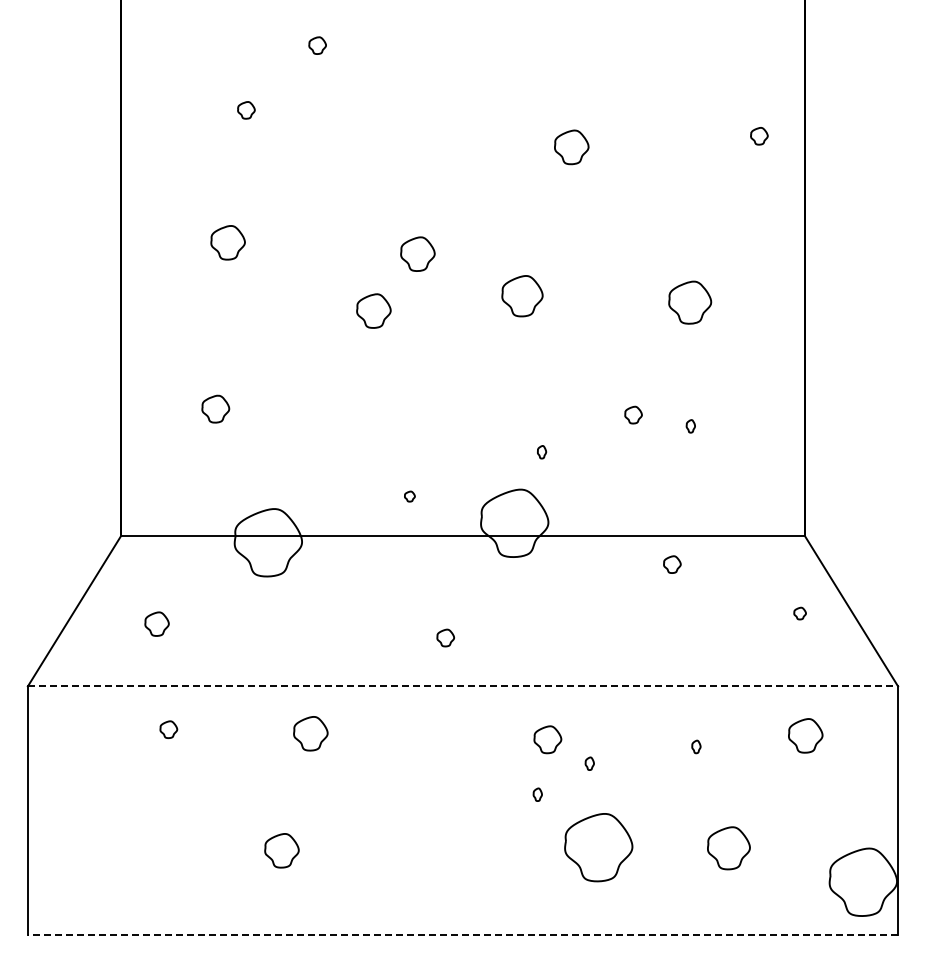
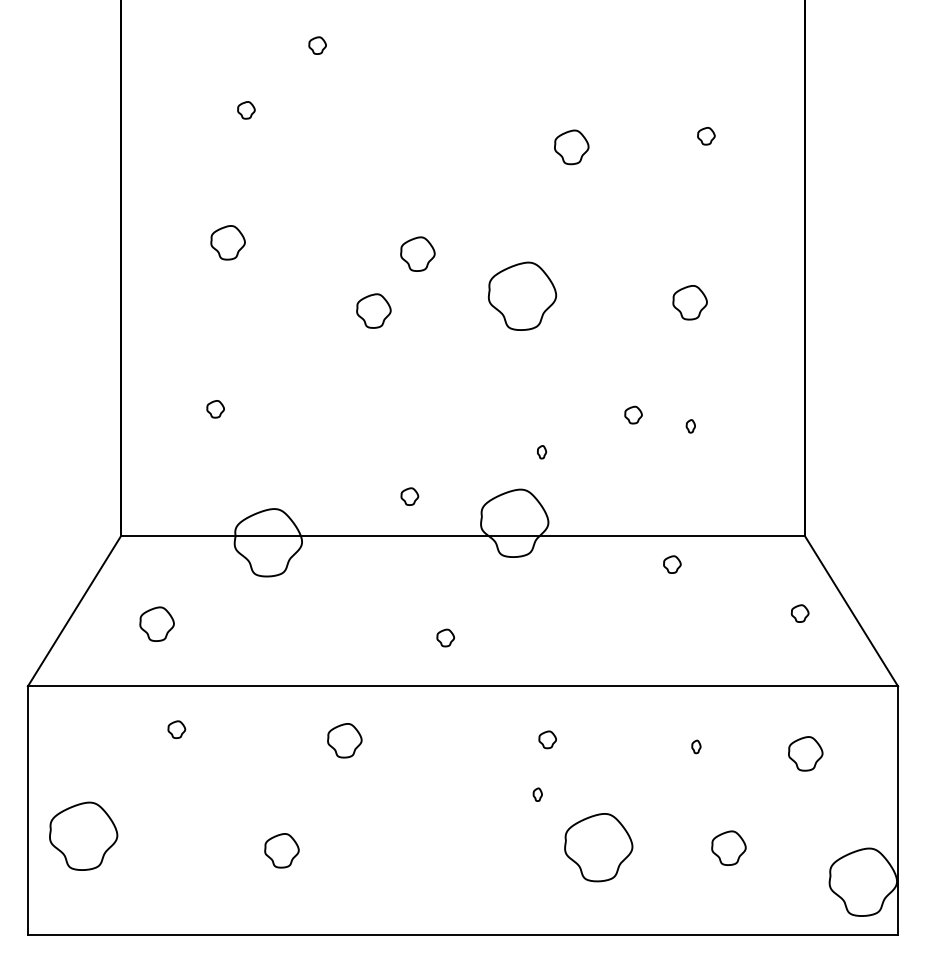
part at (759, 136) position: (759, 136) -> (706, 136)
part at (522, 296) size: 43x43 px -> 71x70 px
part at (690, 302) size: 45x45 px -> 36x36 px
part at (215, 408) size: 30x30 px -> 19x19 px
part at (409, 496) size: 12x13 px -> 20x19 px
part at (799, 613) size: 14x15 px -> 20x19 px
part at (156, 623) size: 26x26 px -> 36x36 px
line at (463, 686): dashed -> solid
part at (168, 729) position: (168, 729) -> (176, 729)
part at (310, 733) position: (310, 733) -> (344, 740)
part at (805, 735) position: (805, 735) -> (805, 753)
part at (547, 739) size: 30x30 px -> 19x20 px
part at (589, 763): present -> none
part at (83, 835): none -> present
part at (728, 848) size: 44x45 px -> 36x36 px
line at (462, 935): dashed -> solid
